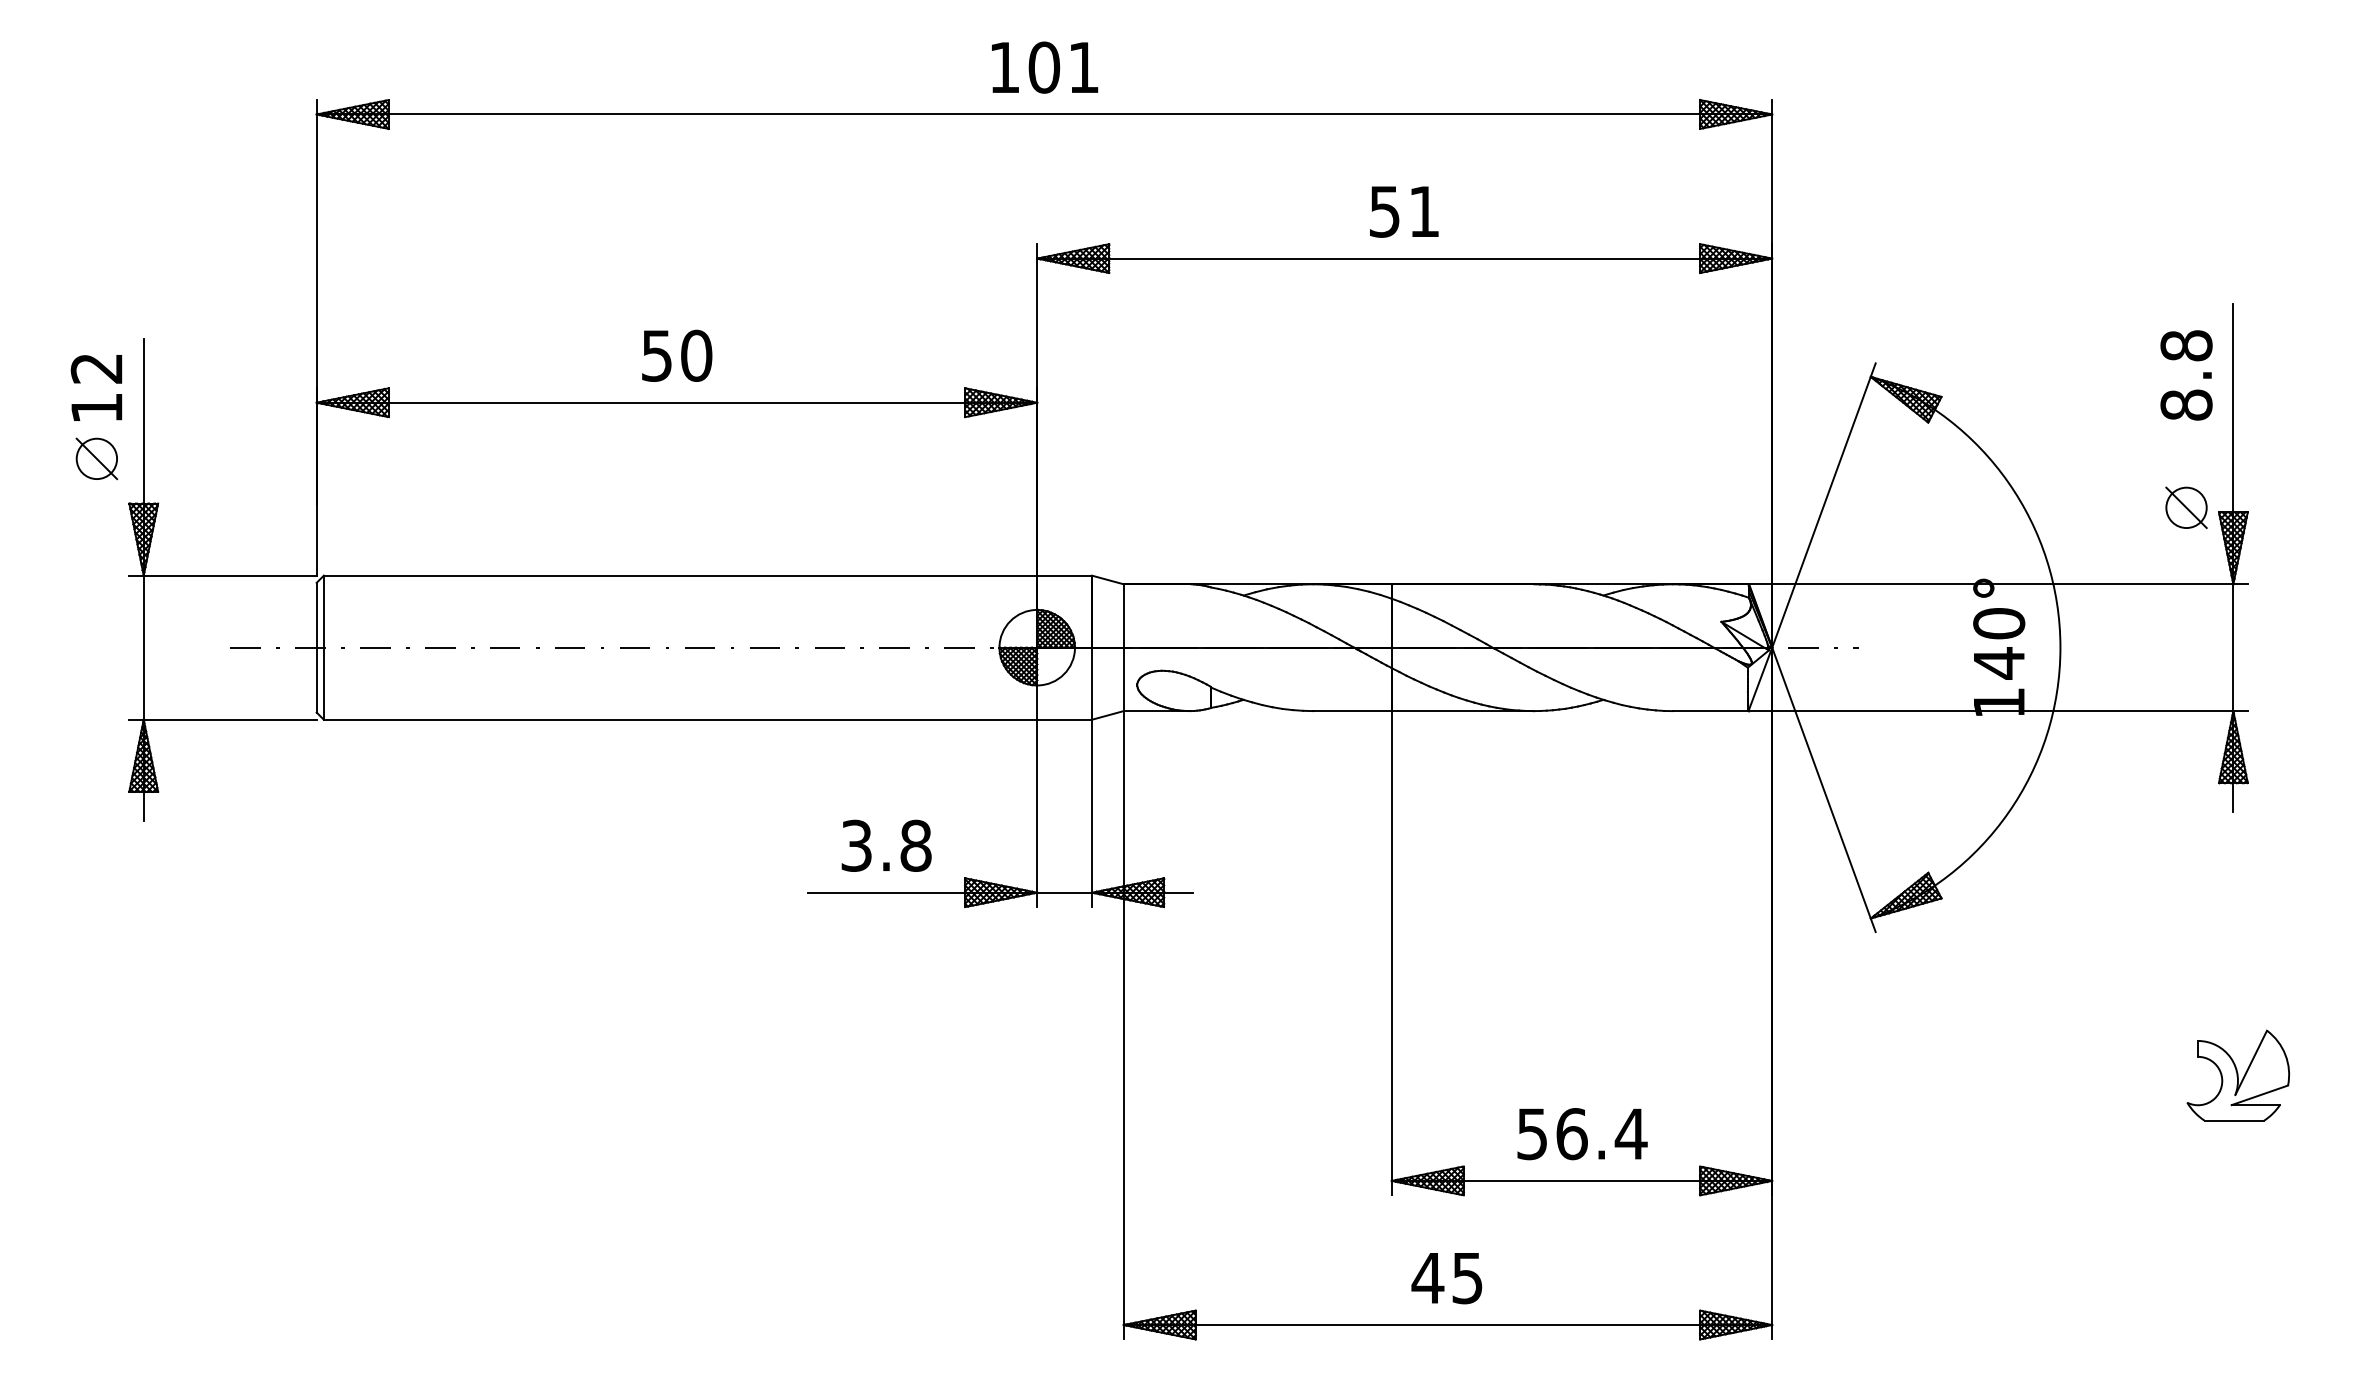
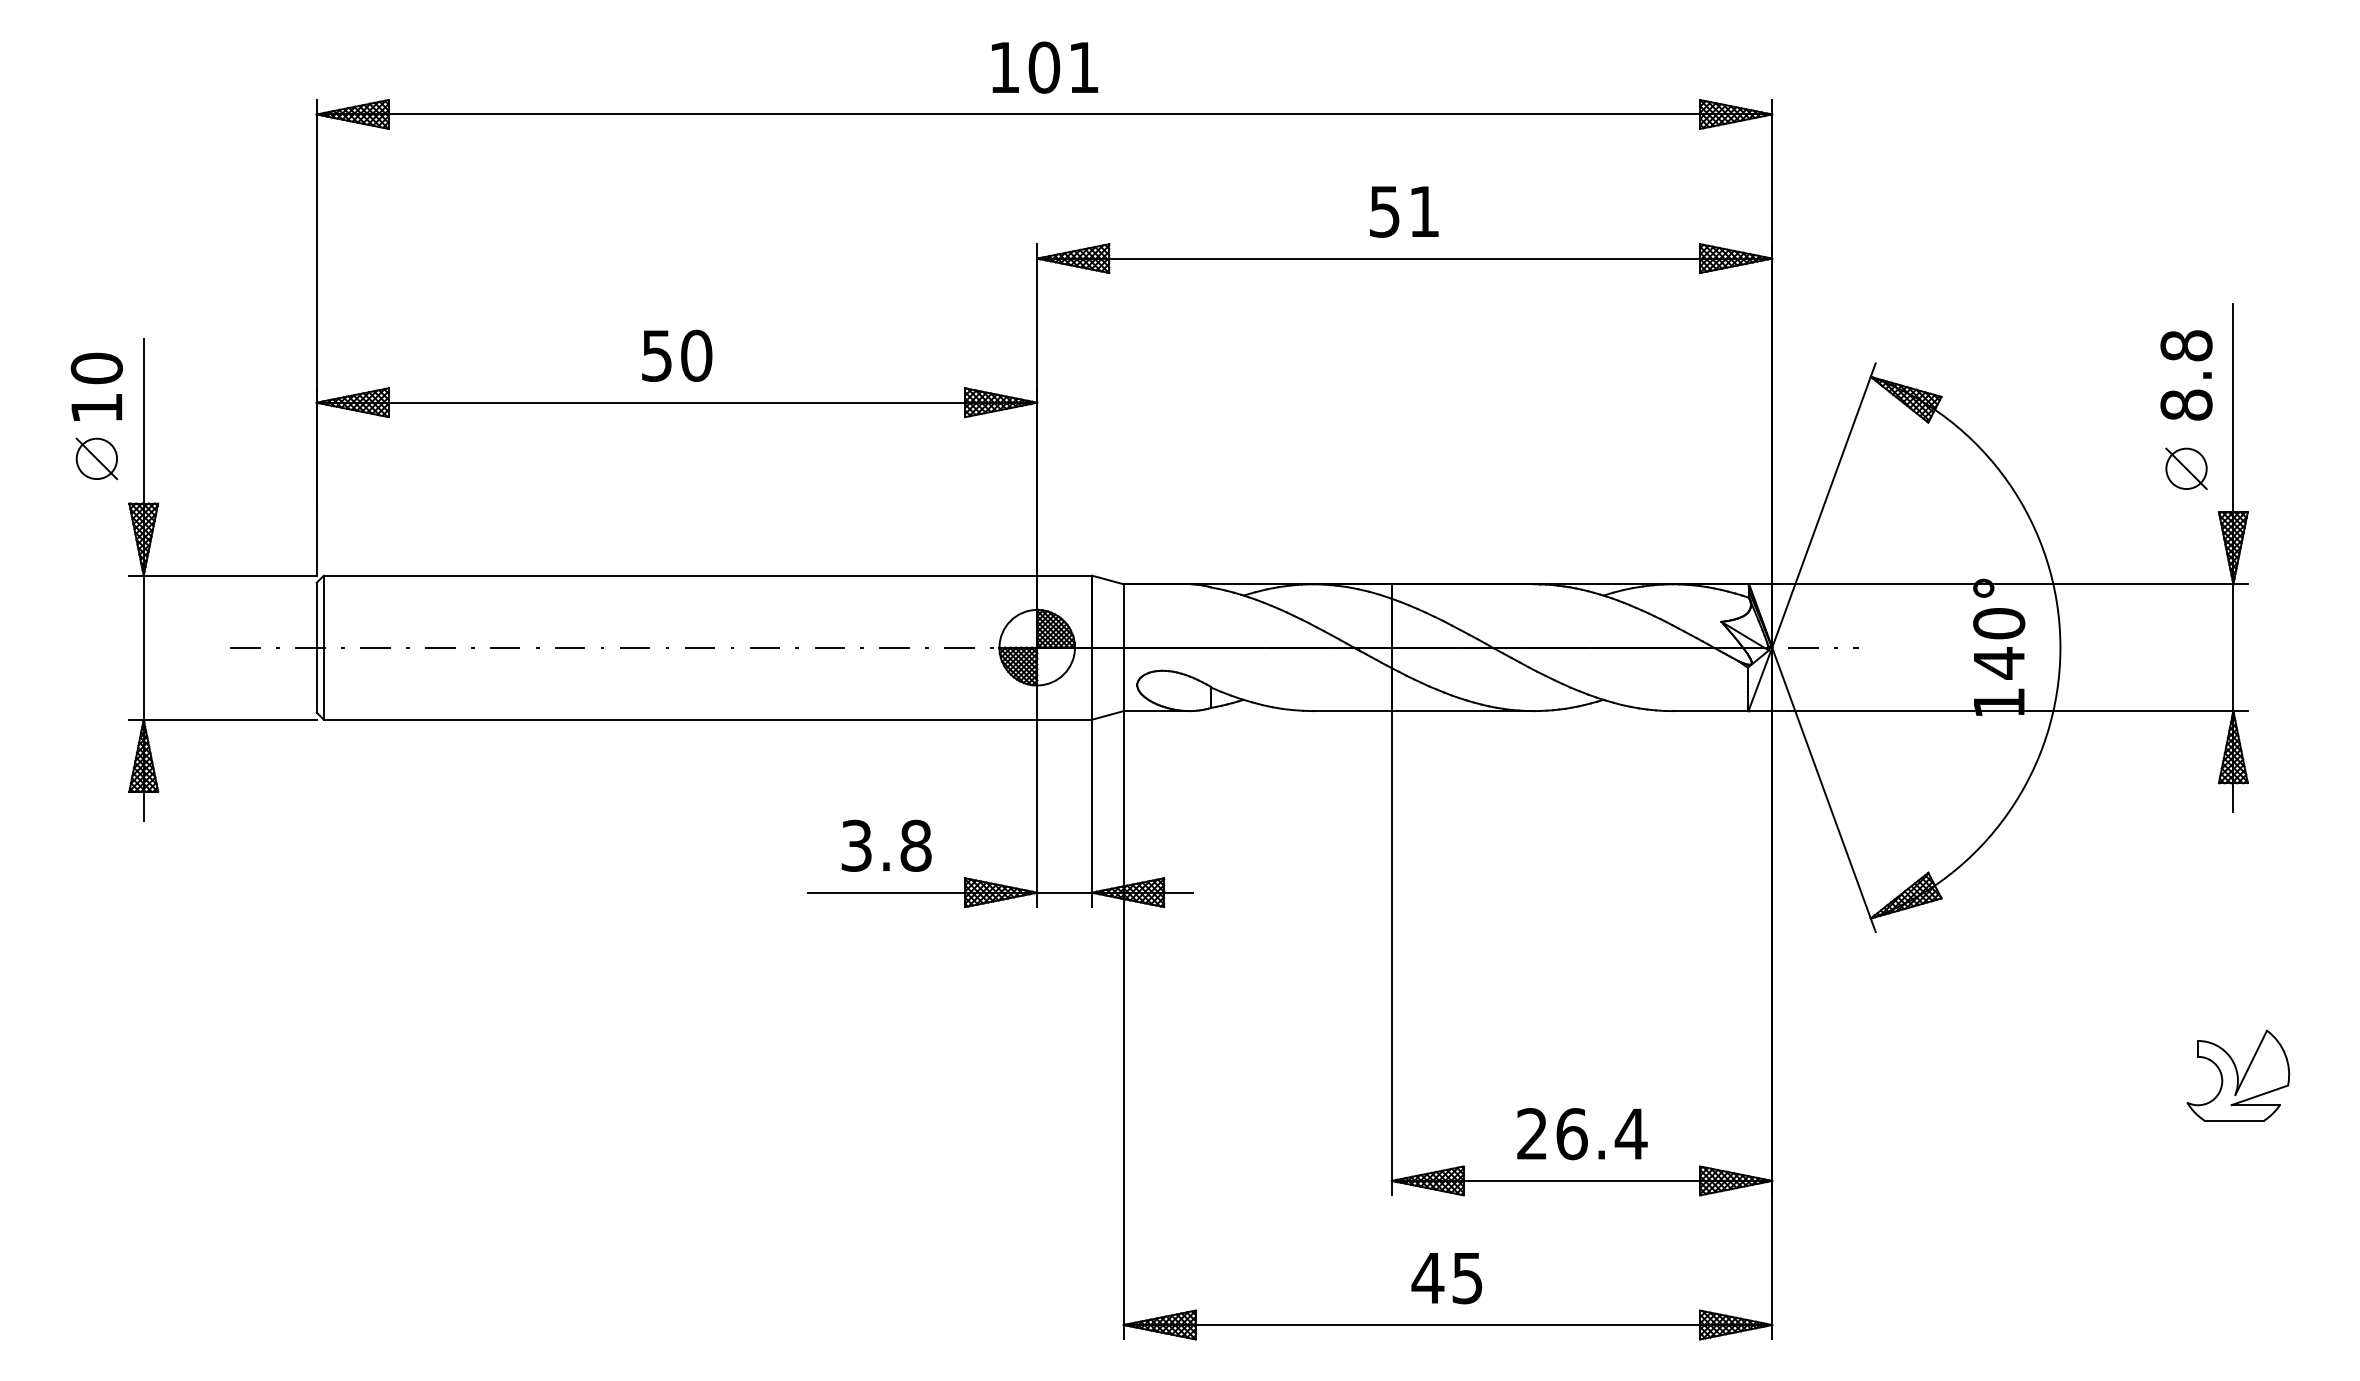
text at (96, 368): 12 -> 10
part at (2186, 507) position: (2186, 507) -> (2186, 468)
text at (1531, 1134): 56.4 -> 26.4
